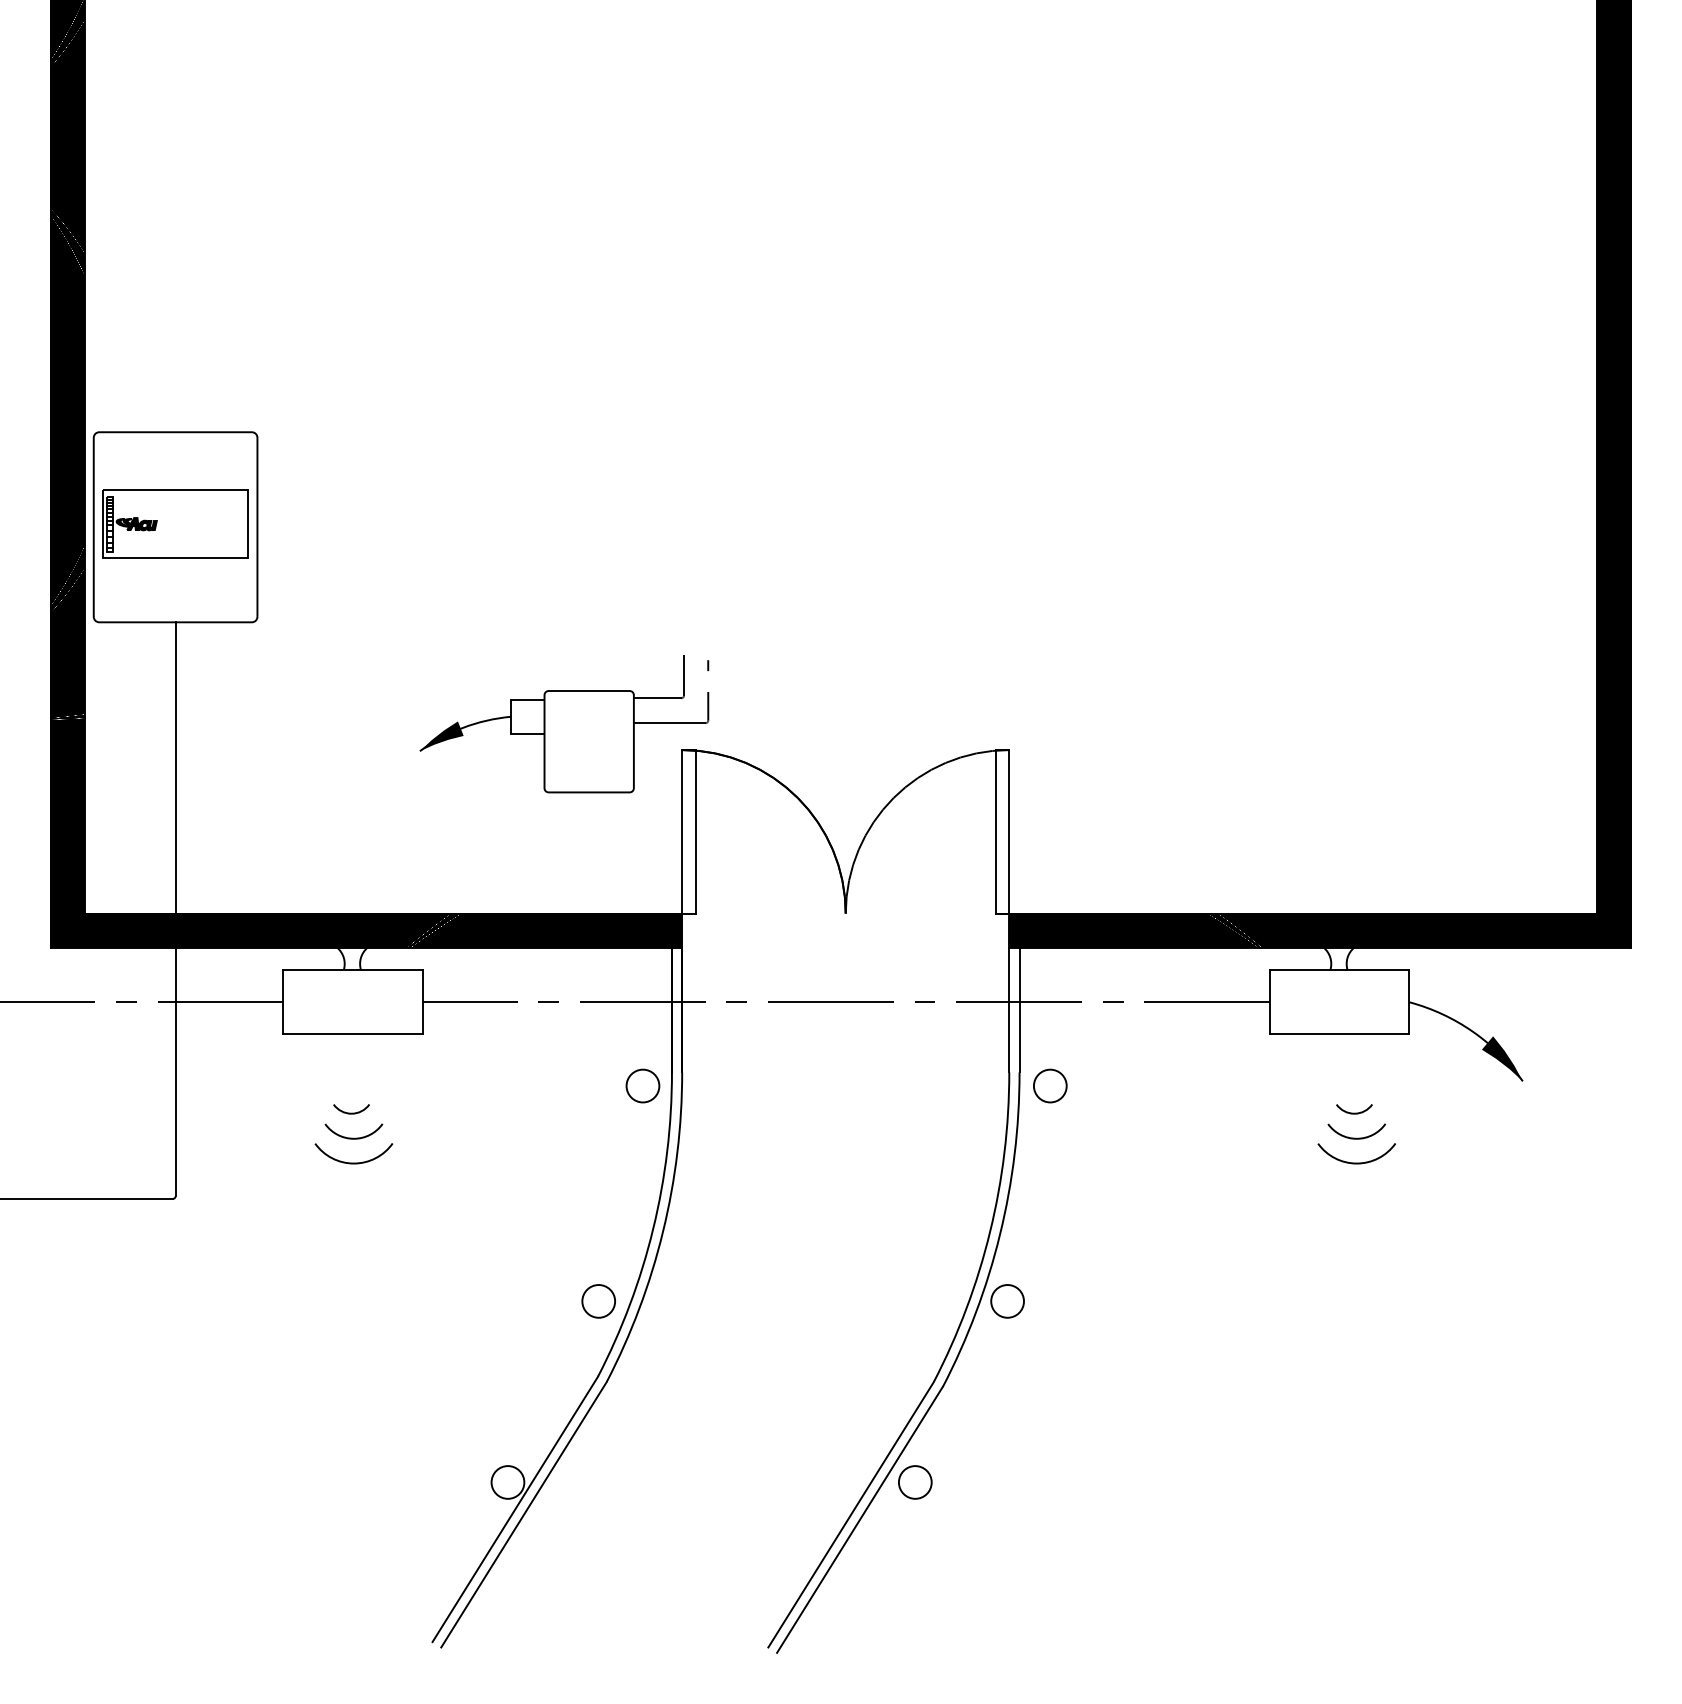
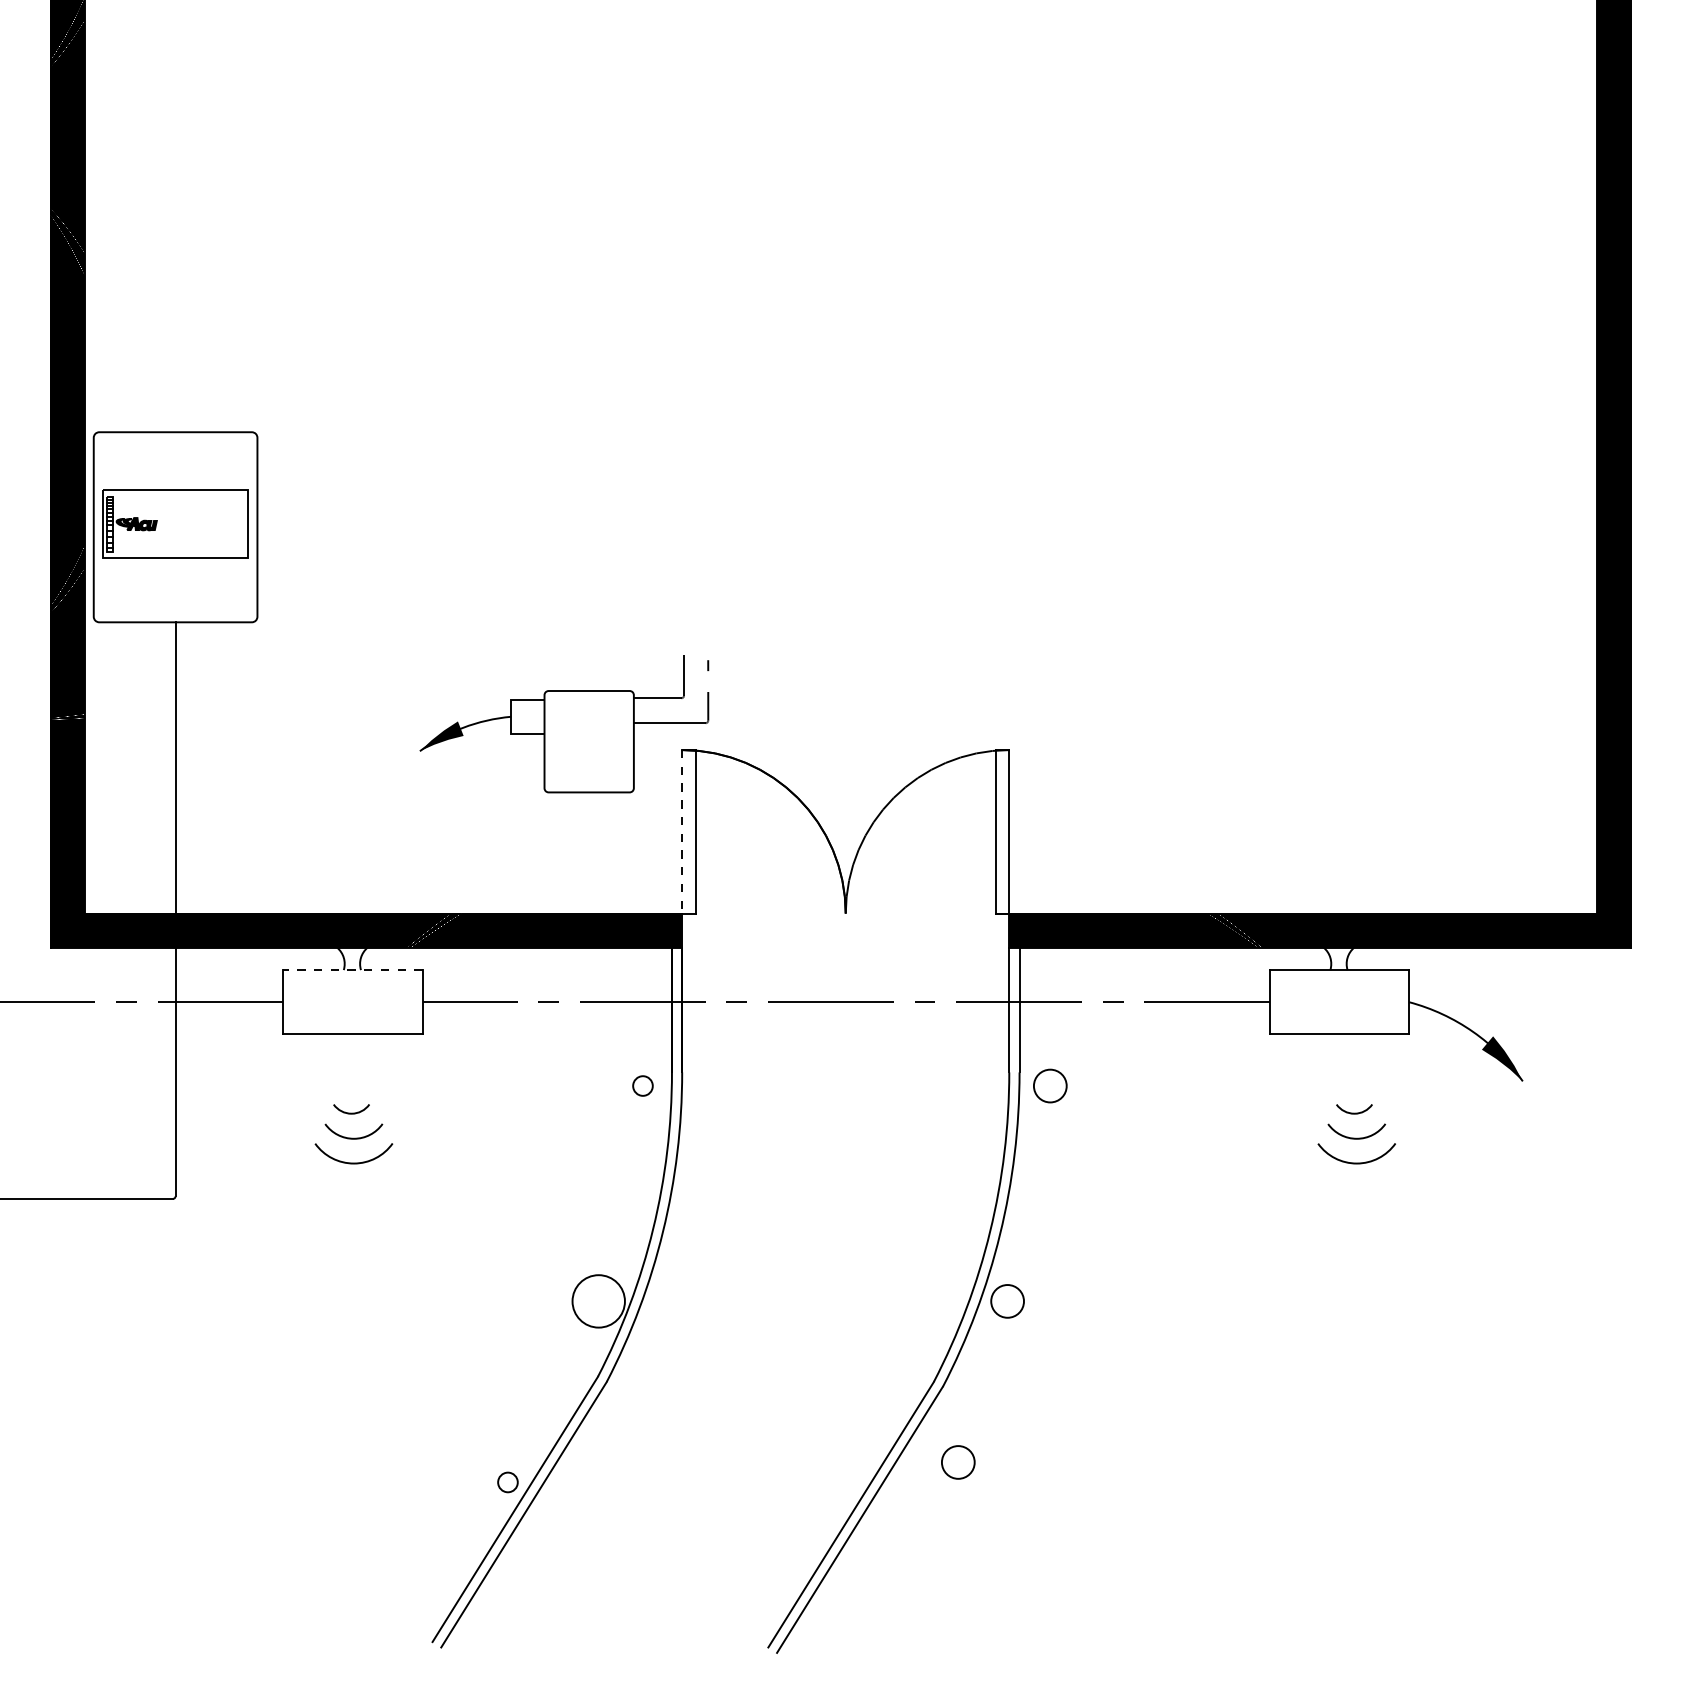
line at (682, 831): solid -> dashed
line at (352, 970): solid -> dashed
circle at (642, 1085) size: 36x36 px -> 22x22 px
circle at (598, 1301) diameter: 33 px -> 52 px
circle at (507, 1482) diameter: 33 px -> 20 px
circle at (915, 1482) position: (915, 1482) -> (958, 1462)
